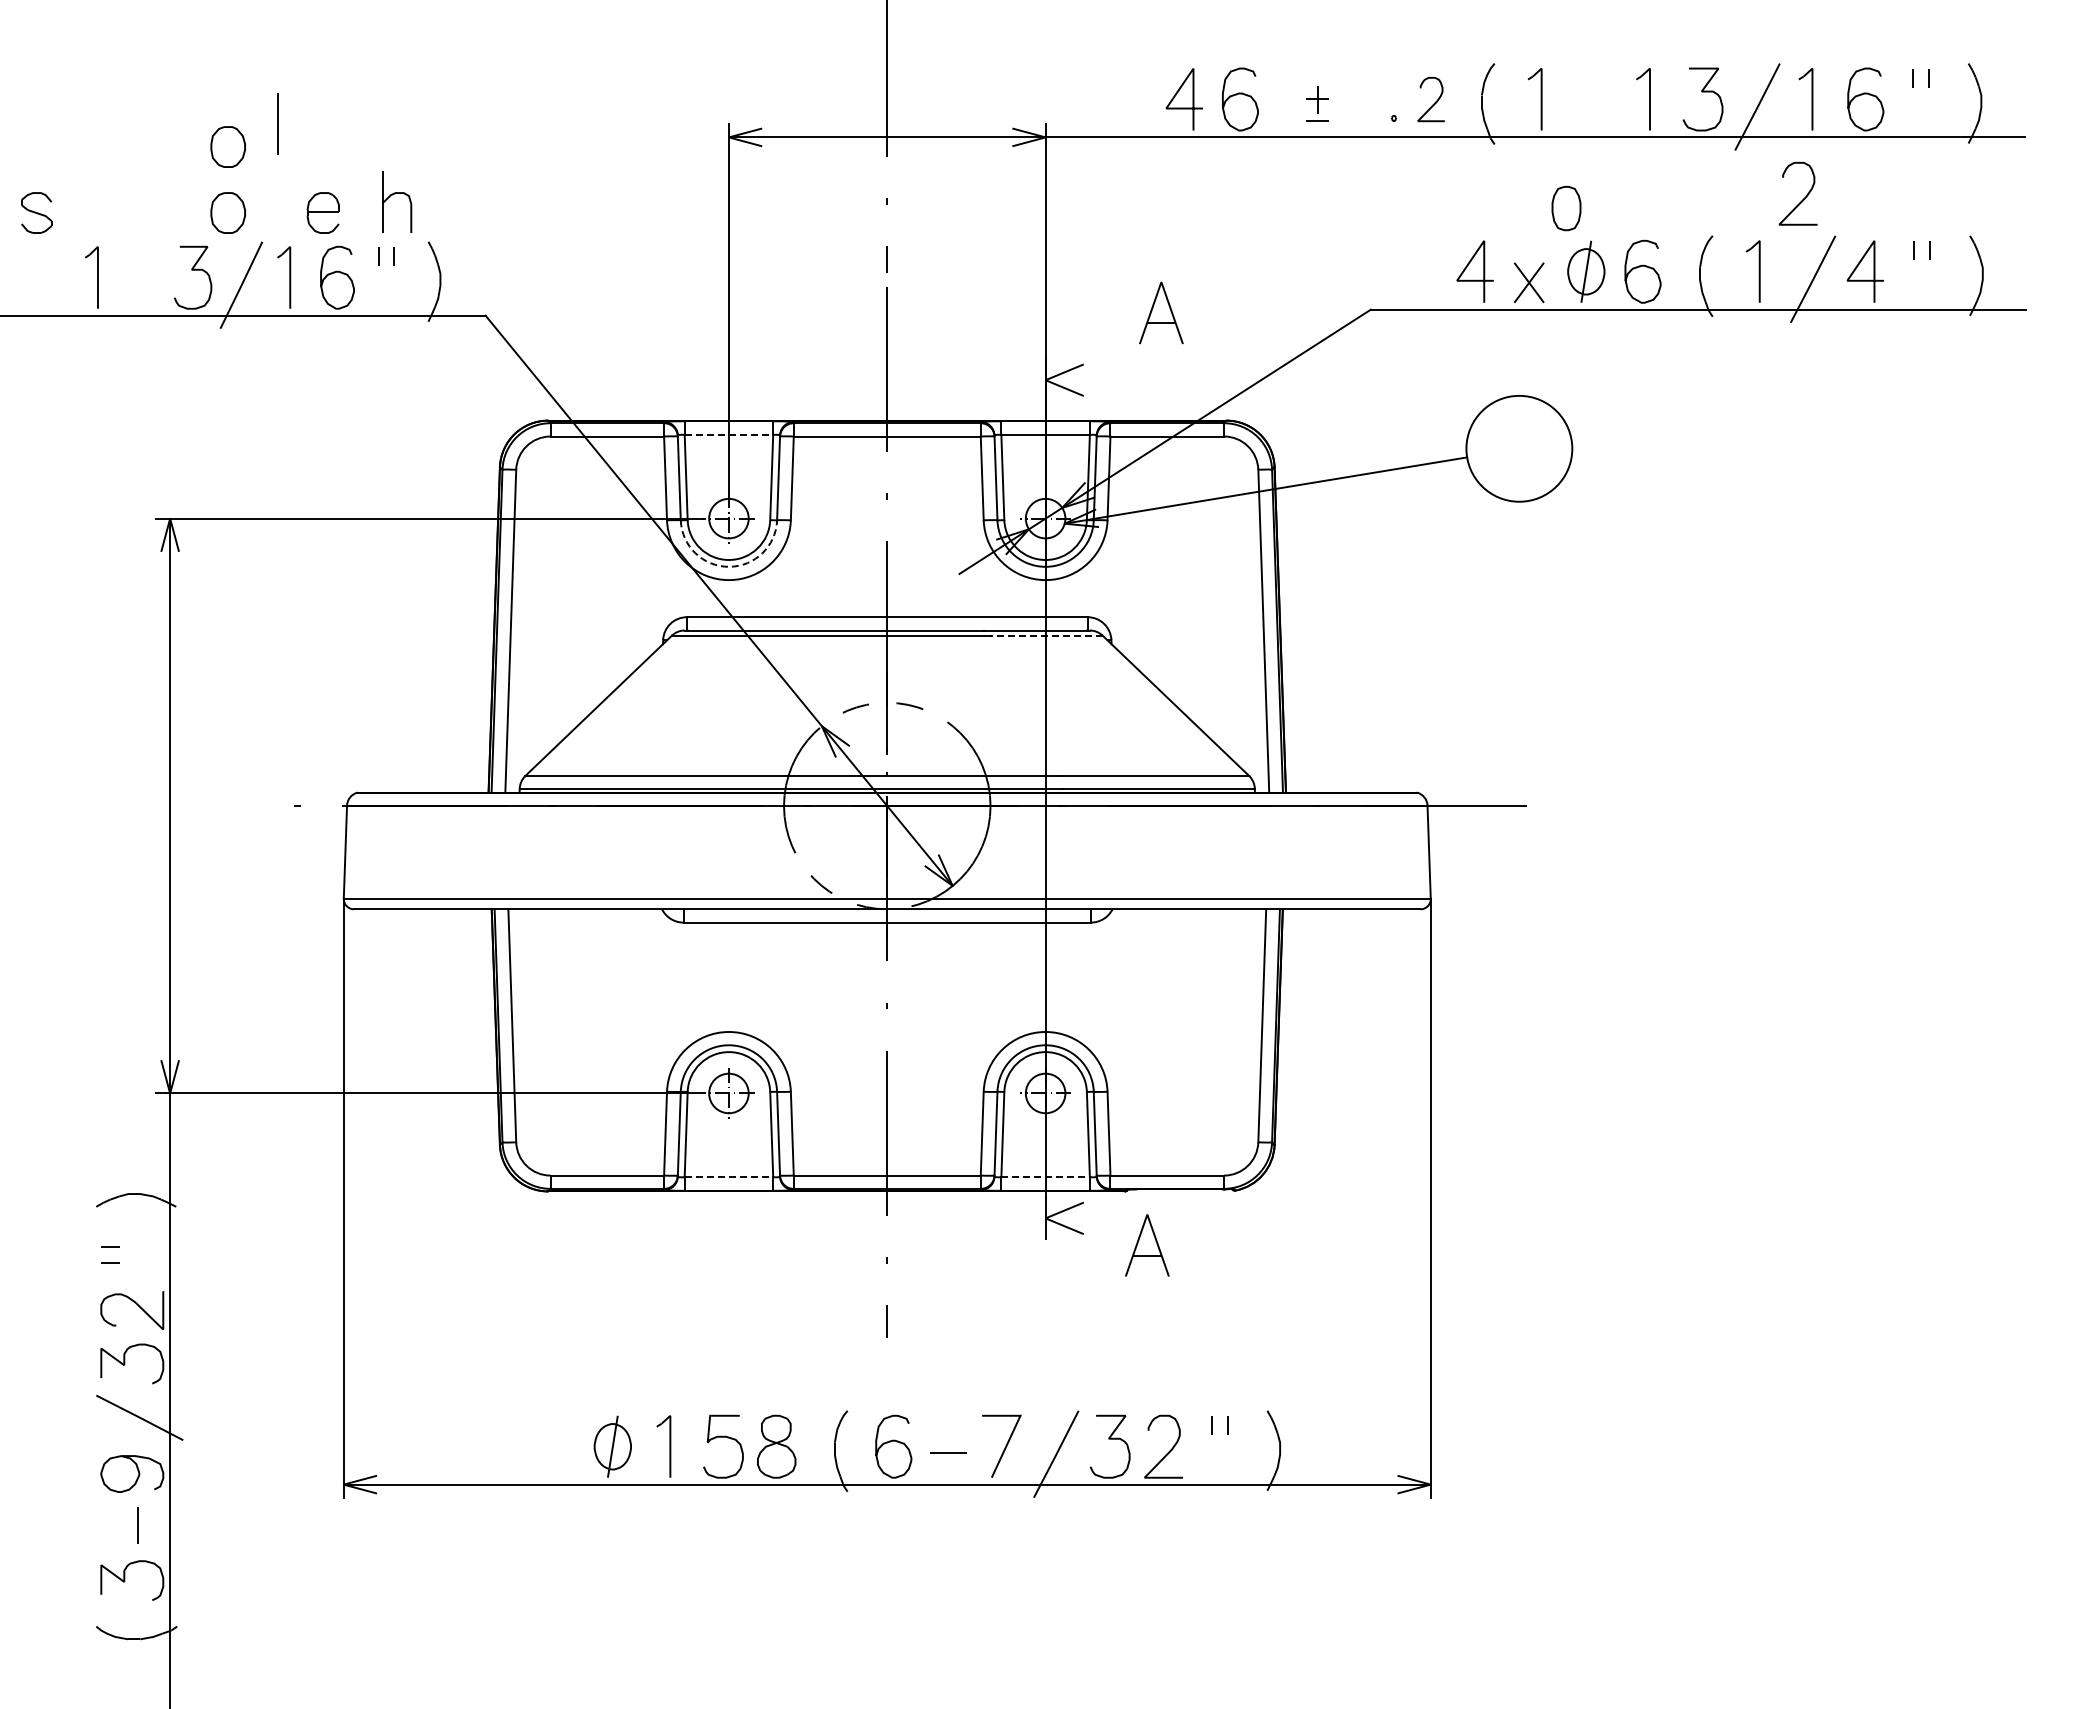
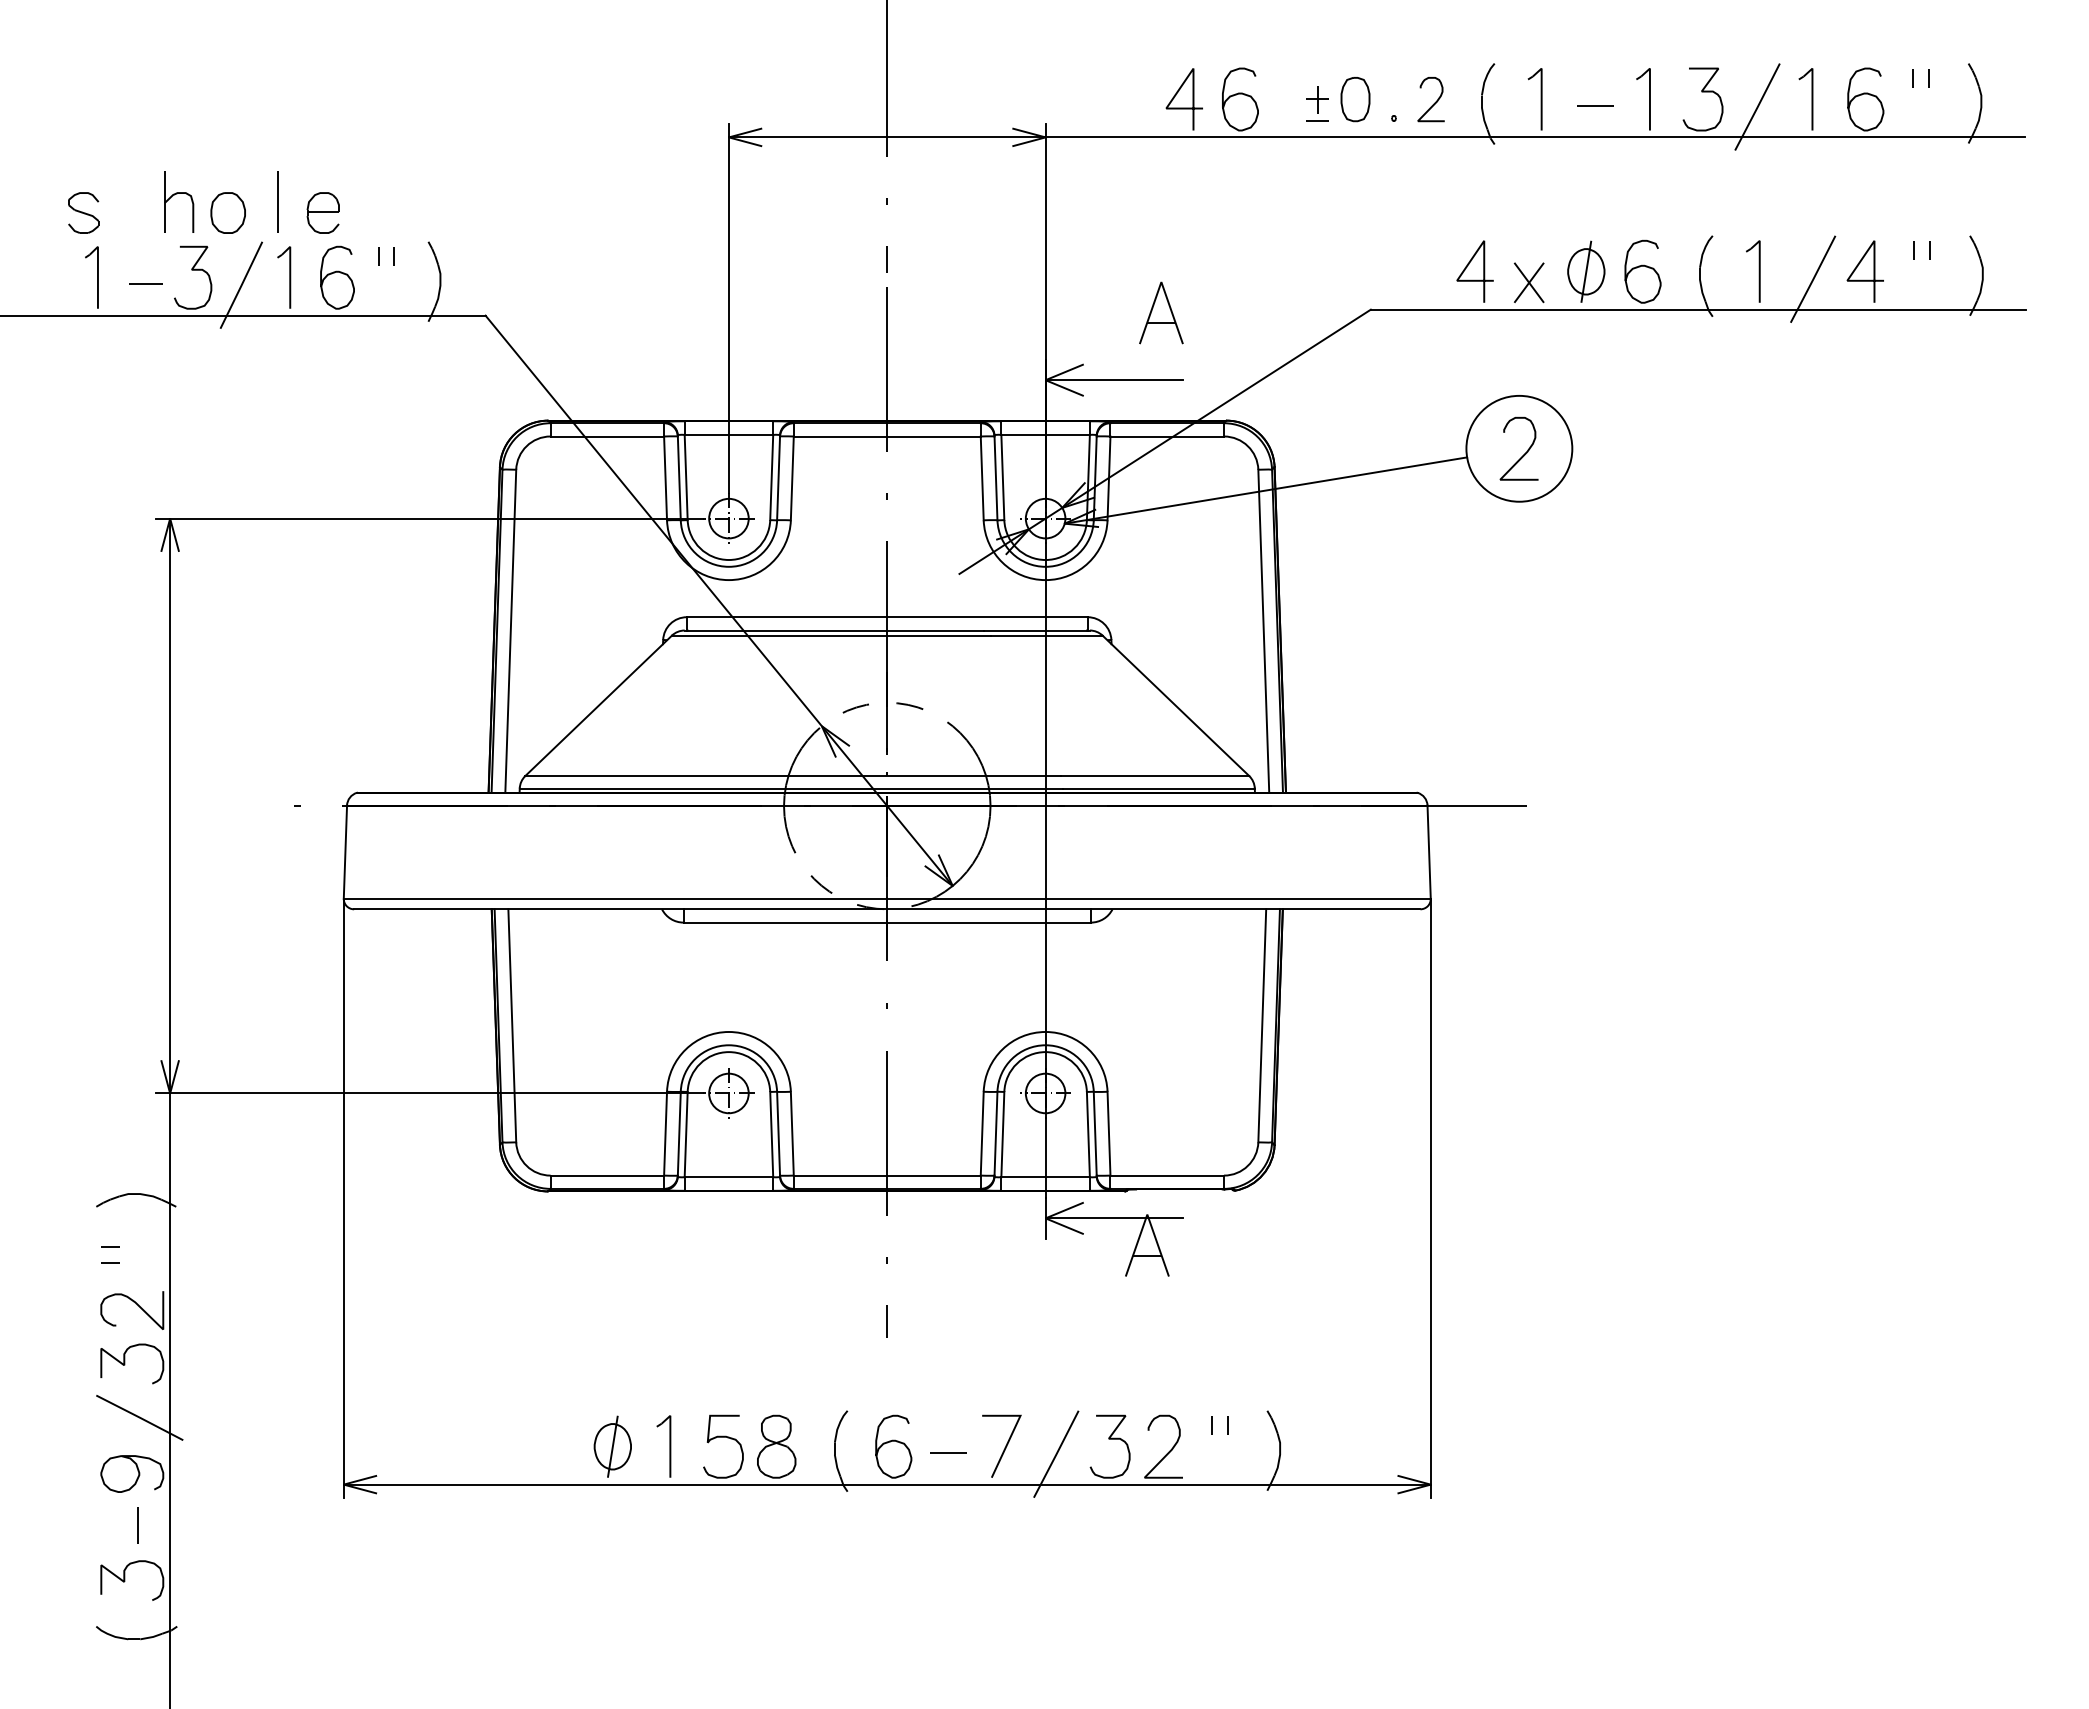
line at (1595, 105): none -> present
line at (277, 123) position: (277, 123) -> (277, 201)
part at (227, 146): present -> none
part at (395, 194) position: (395, 194) -> (177, 194)
curve at (1803, 198) position: (1803, 198) -> (1524, 453)
part at (1566, 208) position: (1566, 208) -> (1355, 99)
part at (36, 212) position: (36, 212) -> (83, 212)
line at (145, 283): none -> present
line at (1114, 380): none -> present
line at (729, 434): dashed -> solid
arc at (728, 566): dashed -> solid
line at (1046, 635): dashed -> solid
line at (729, 1177): dashed -> solid
line at (1046, 1177): dashed -> solid
line at (1114, 1218): none -> present
